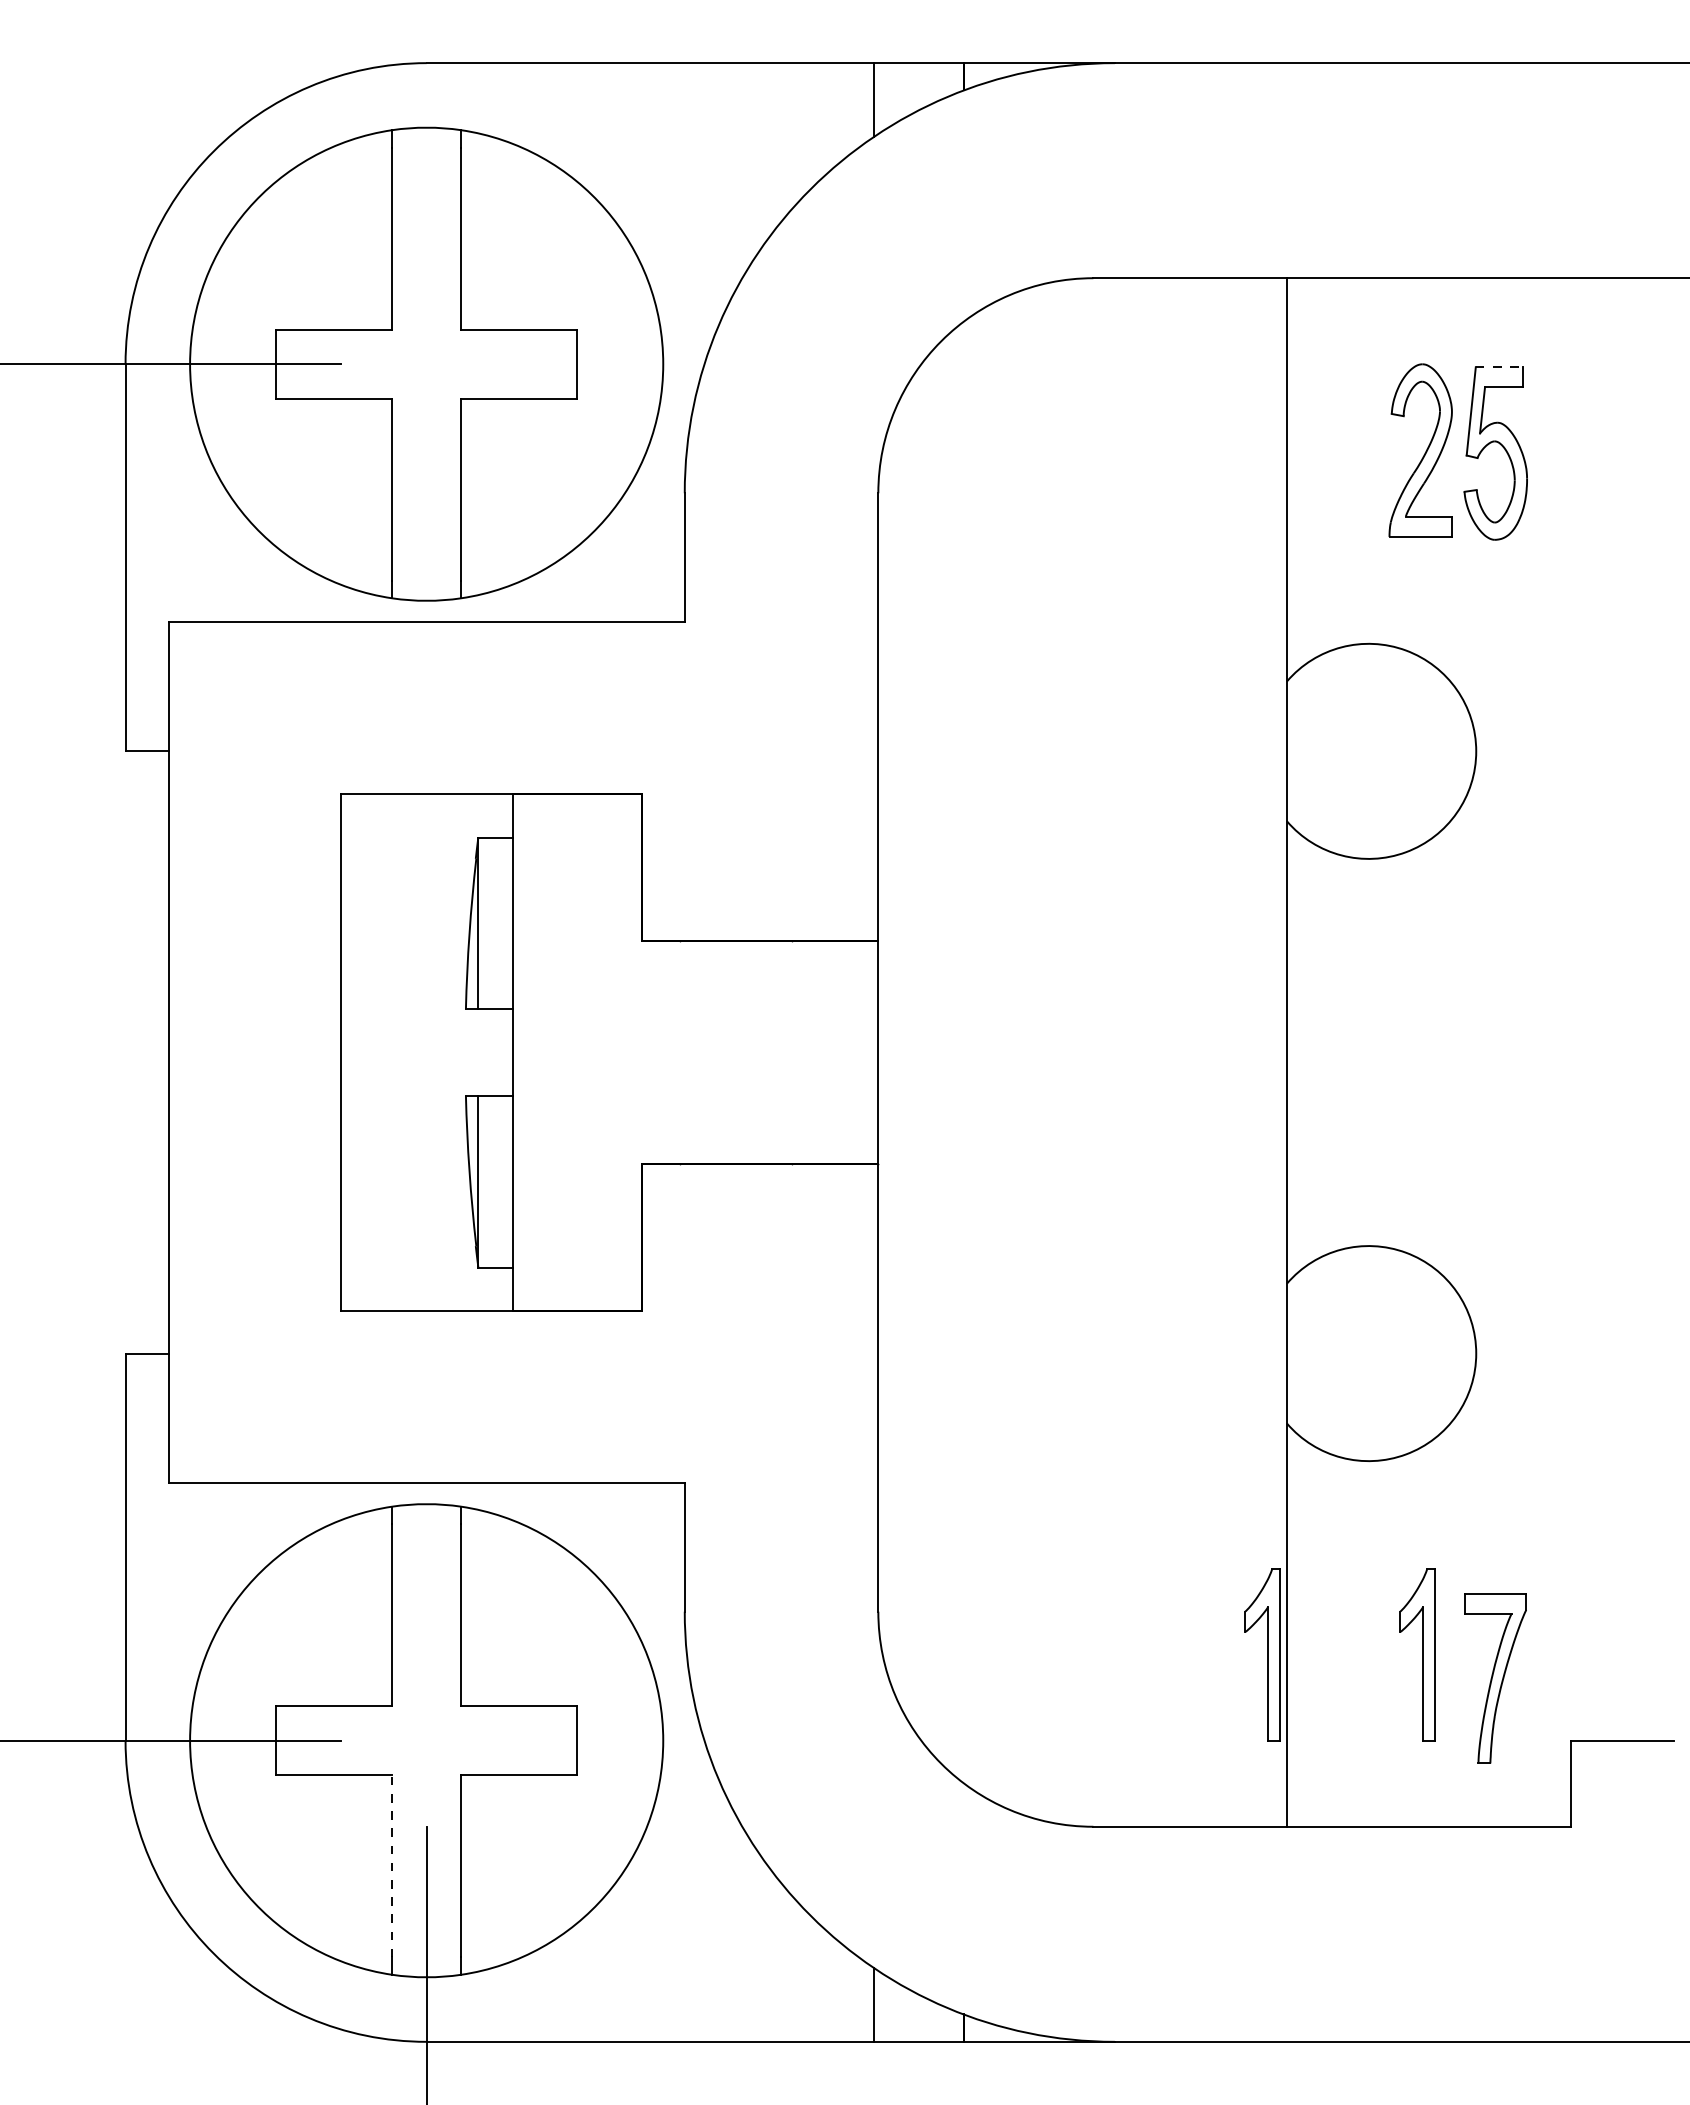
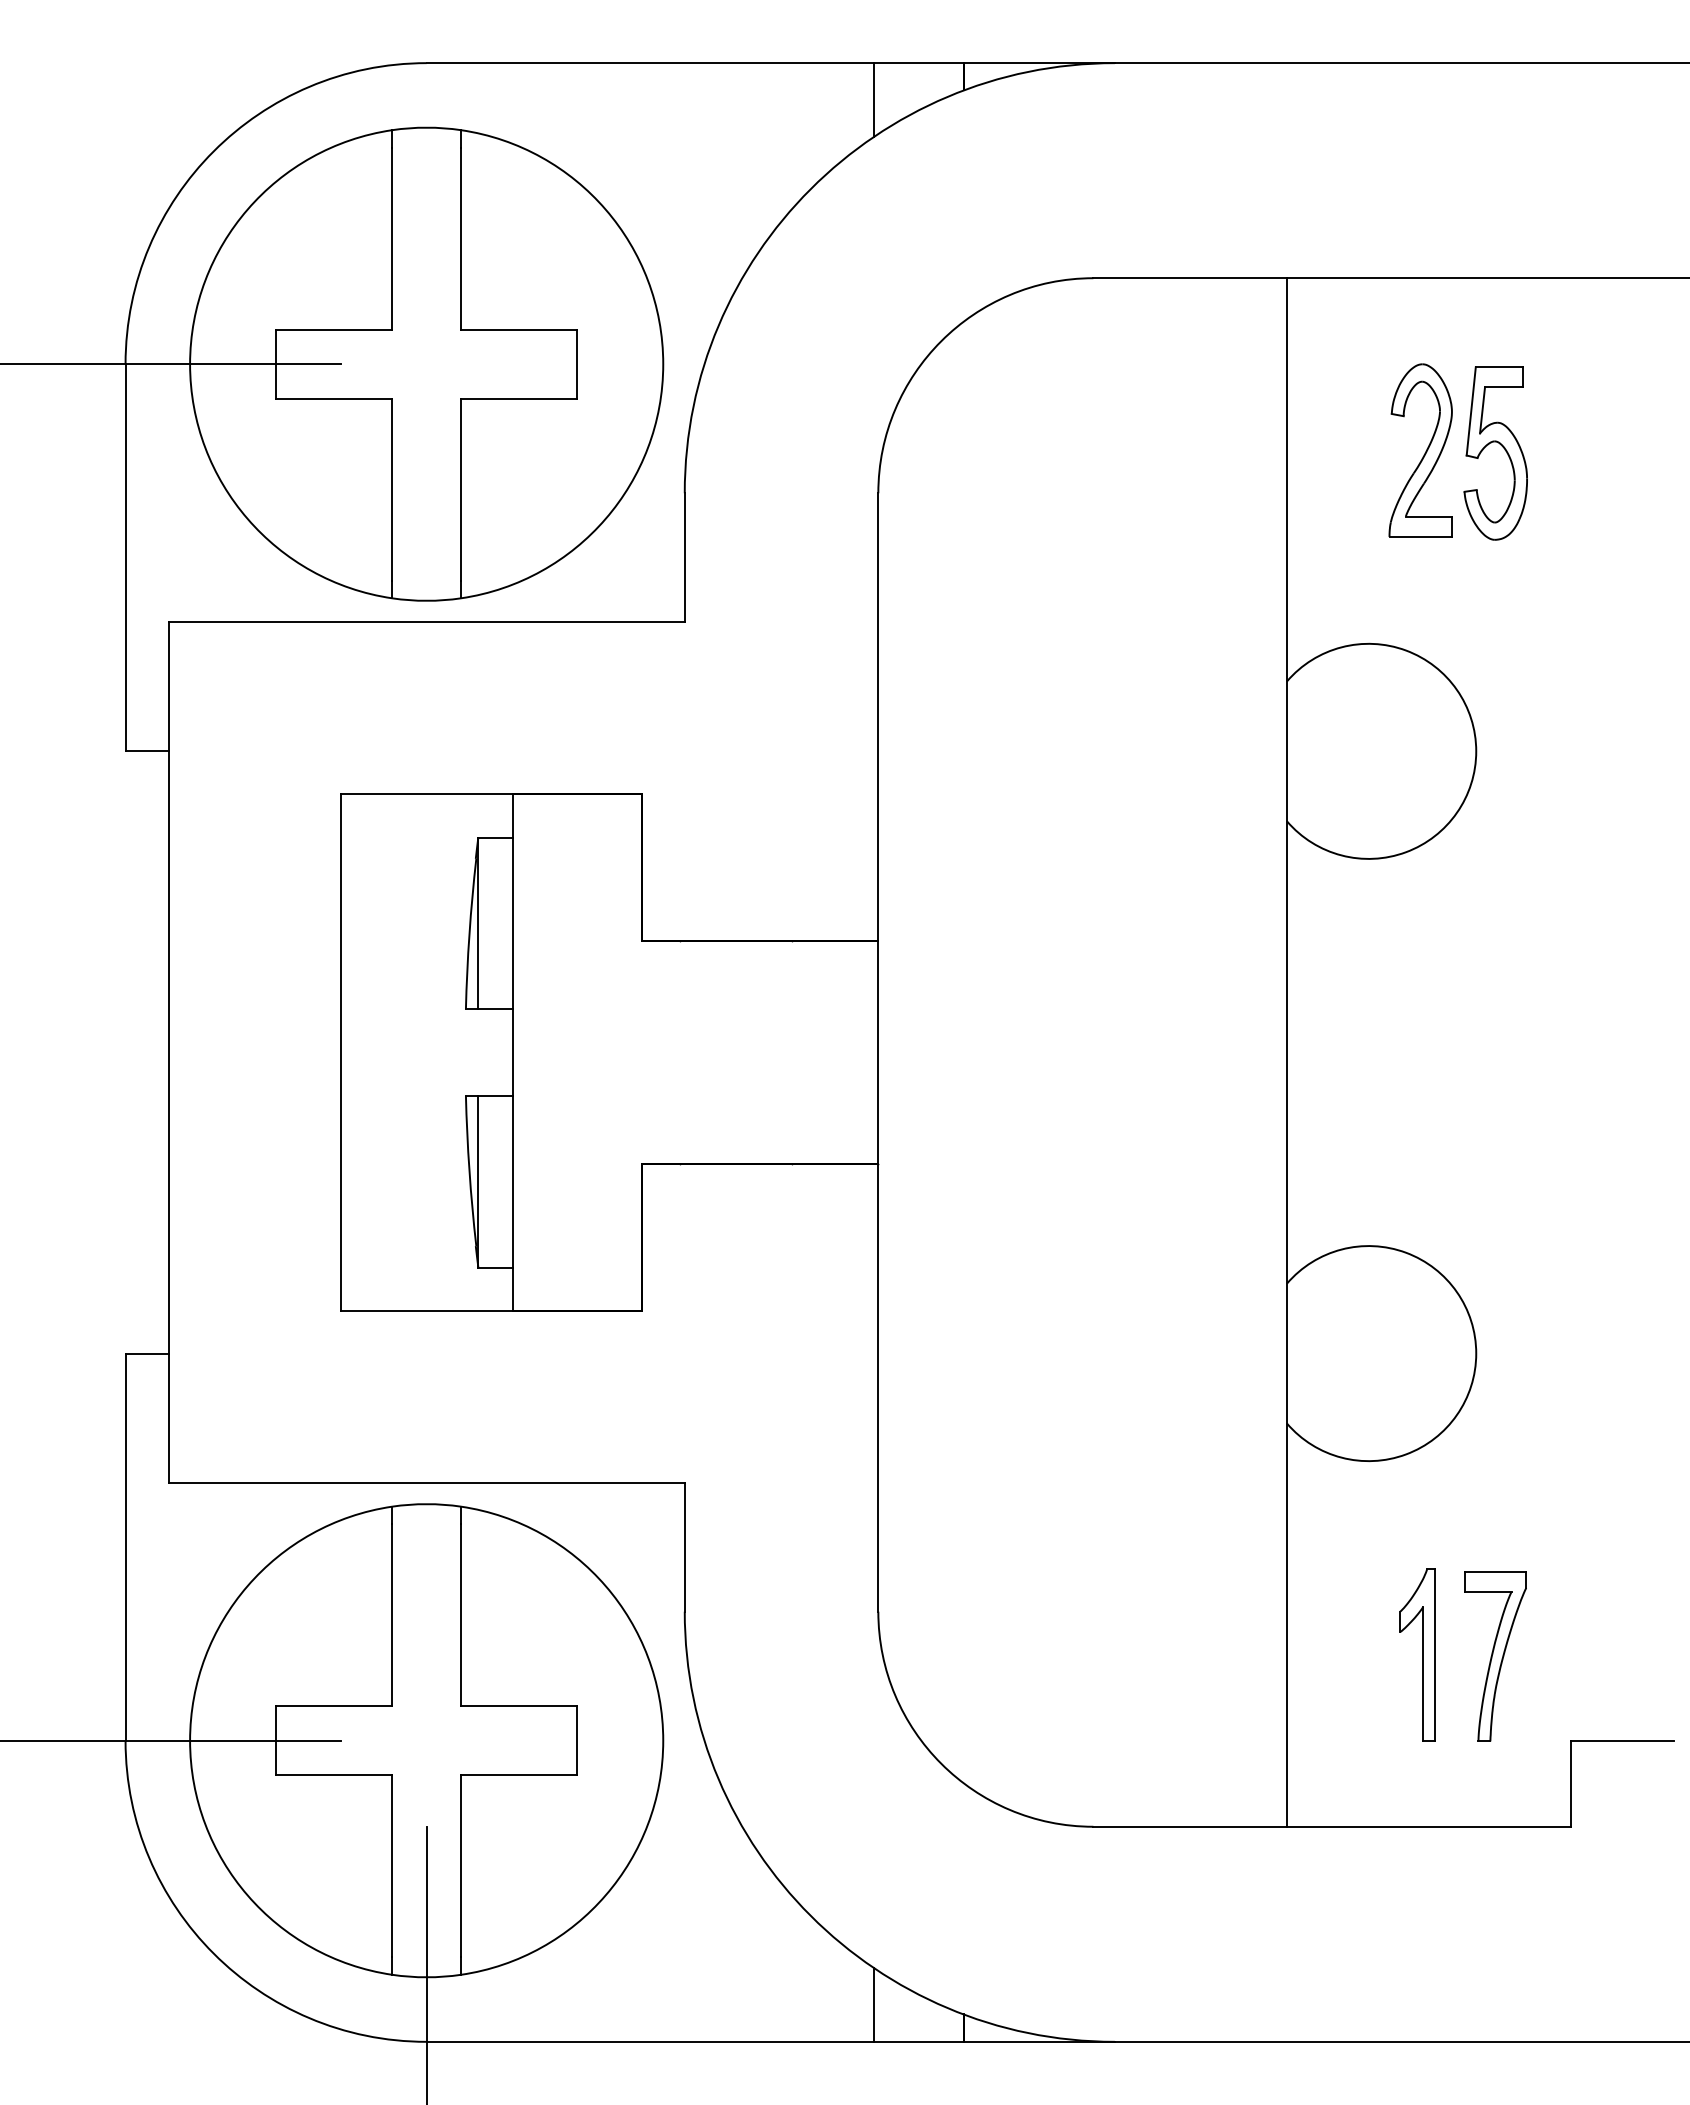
line at (1499, 367): dashed -> solid
part at (1262, 1654): present -> none
part at (1495, 1678) position: (1495, 1678) -> (1495, 1656)
line at (392, 1865): dashed -> solid
